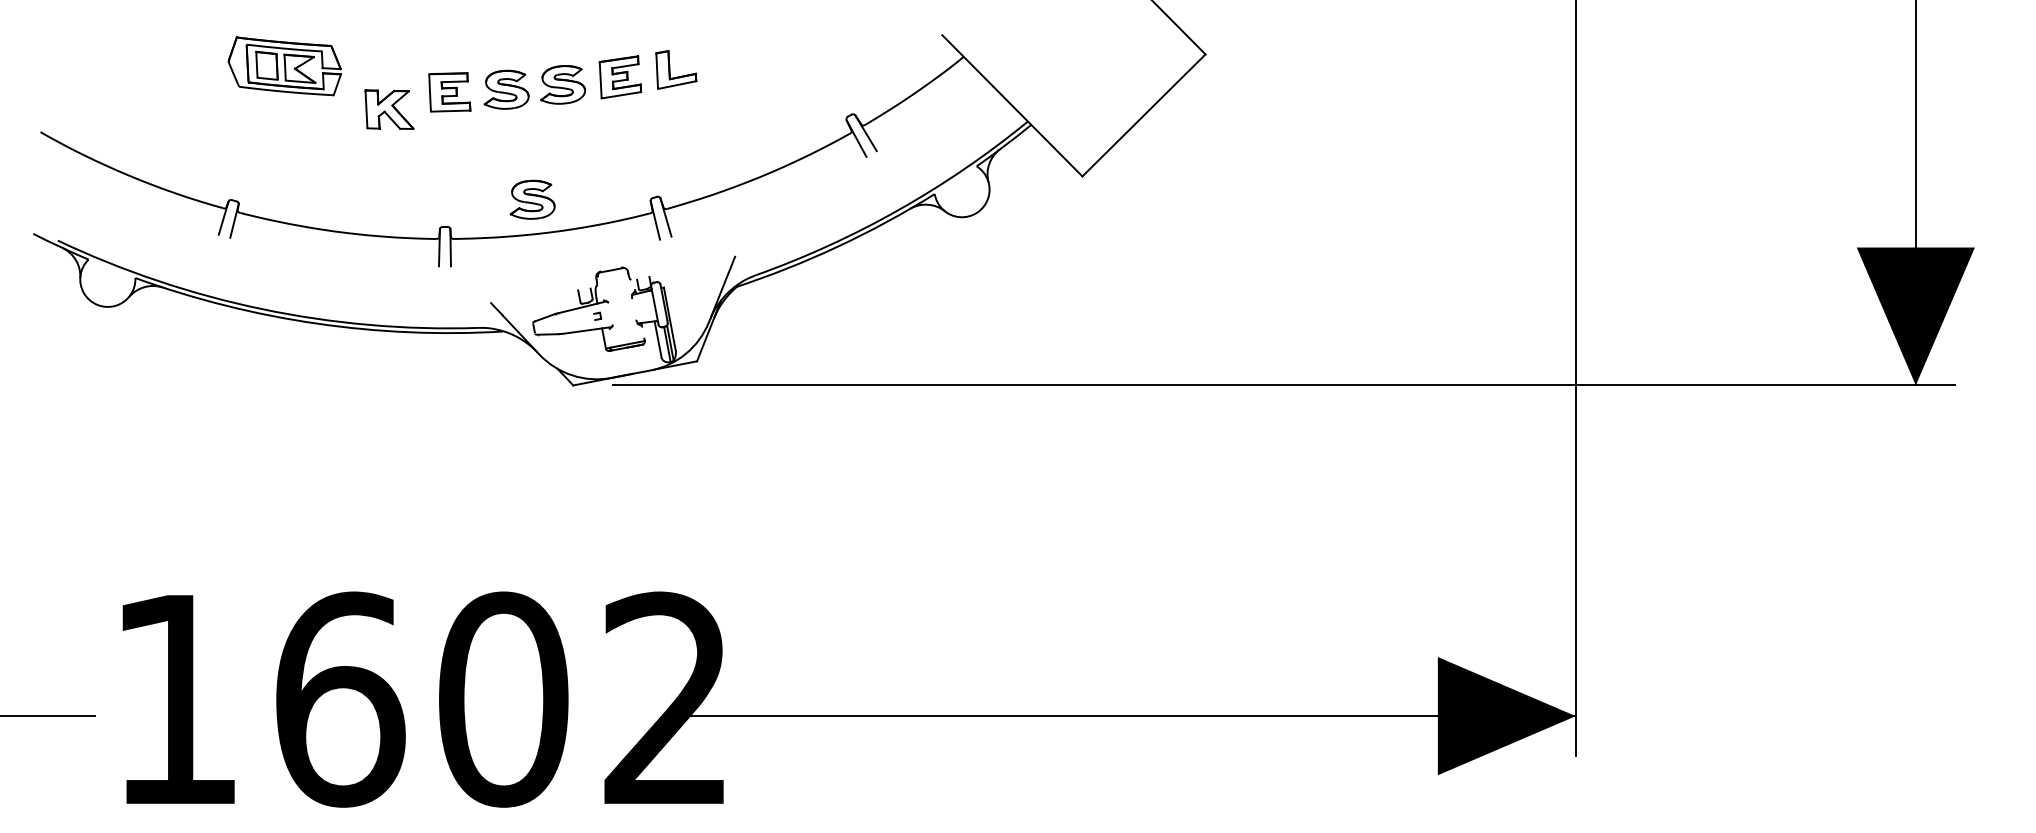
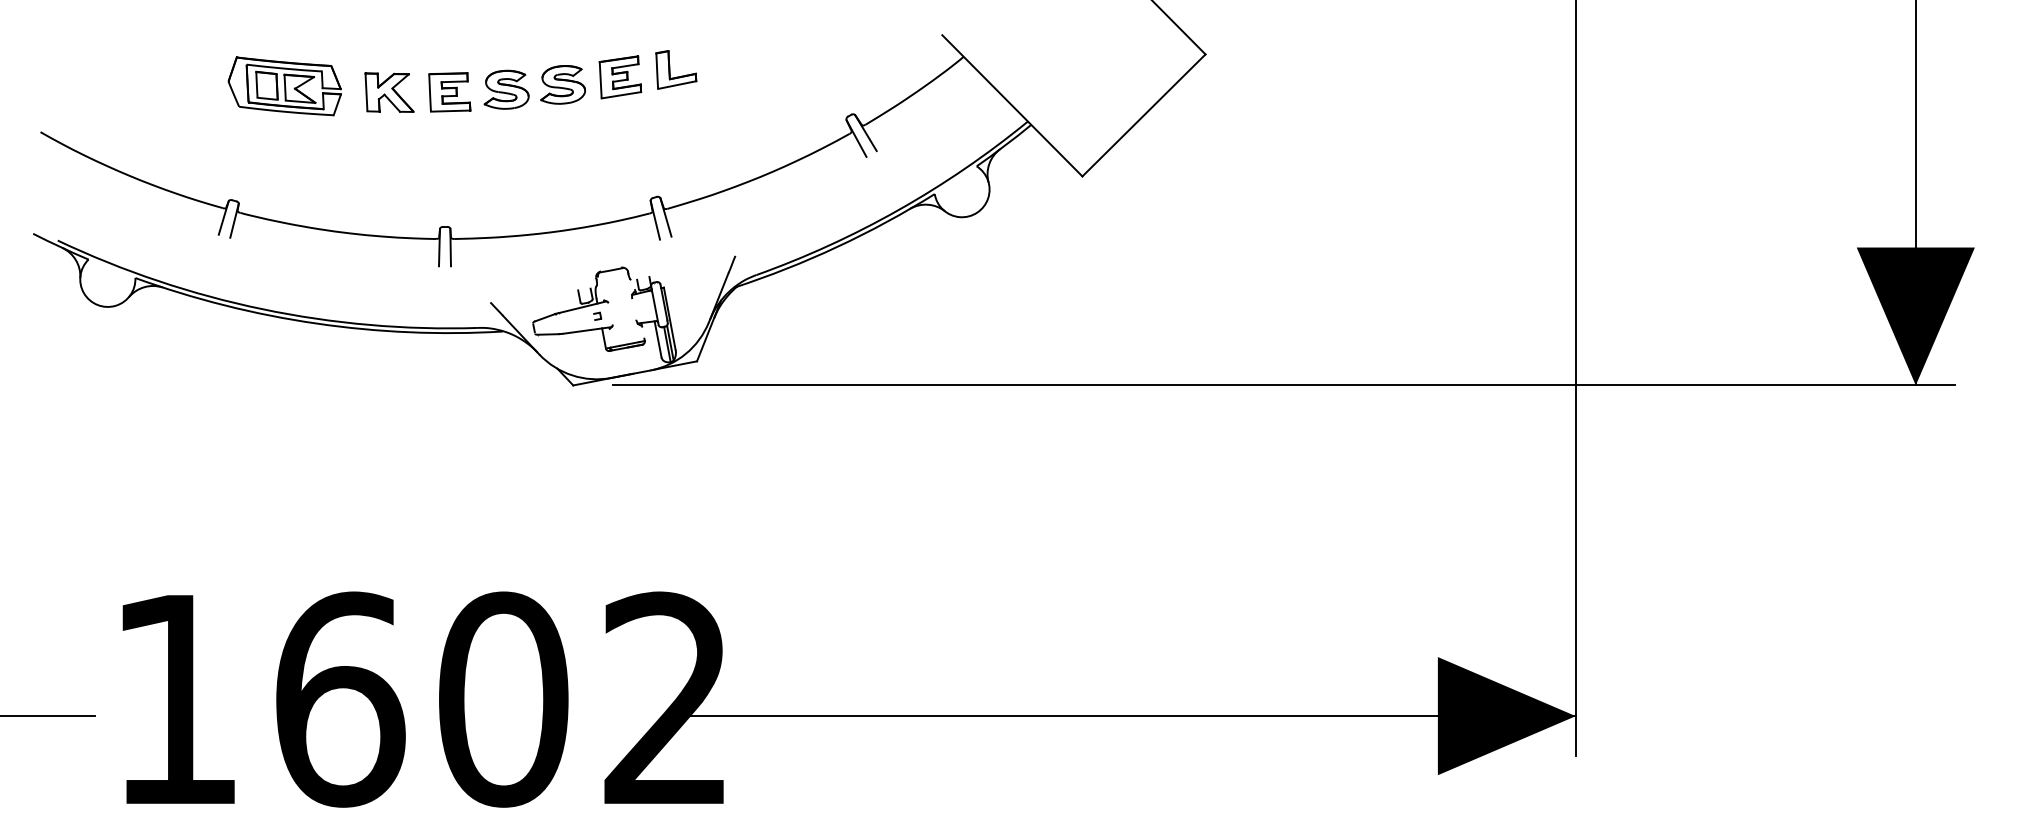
part at (284, 66) position: (284, 66) -> (284, 86)
part at (389, 109) position: (389, 109) -> (389, 92)
part at (532, 199): present -> none
